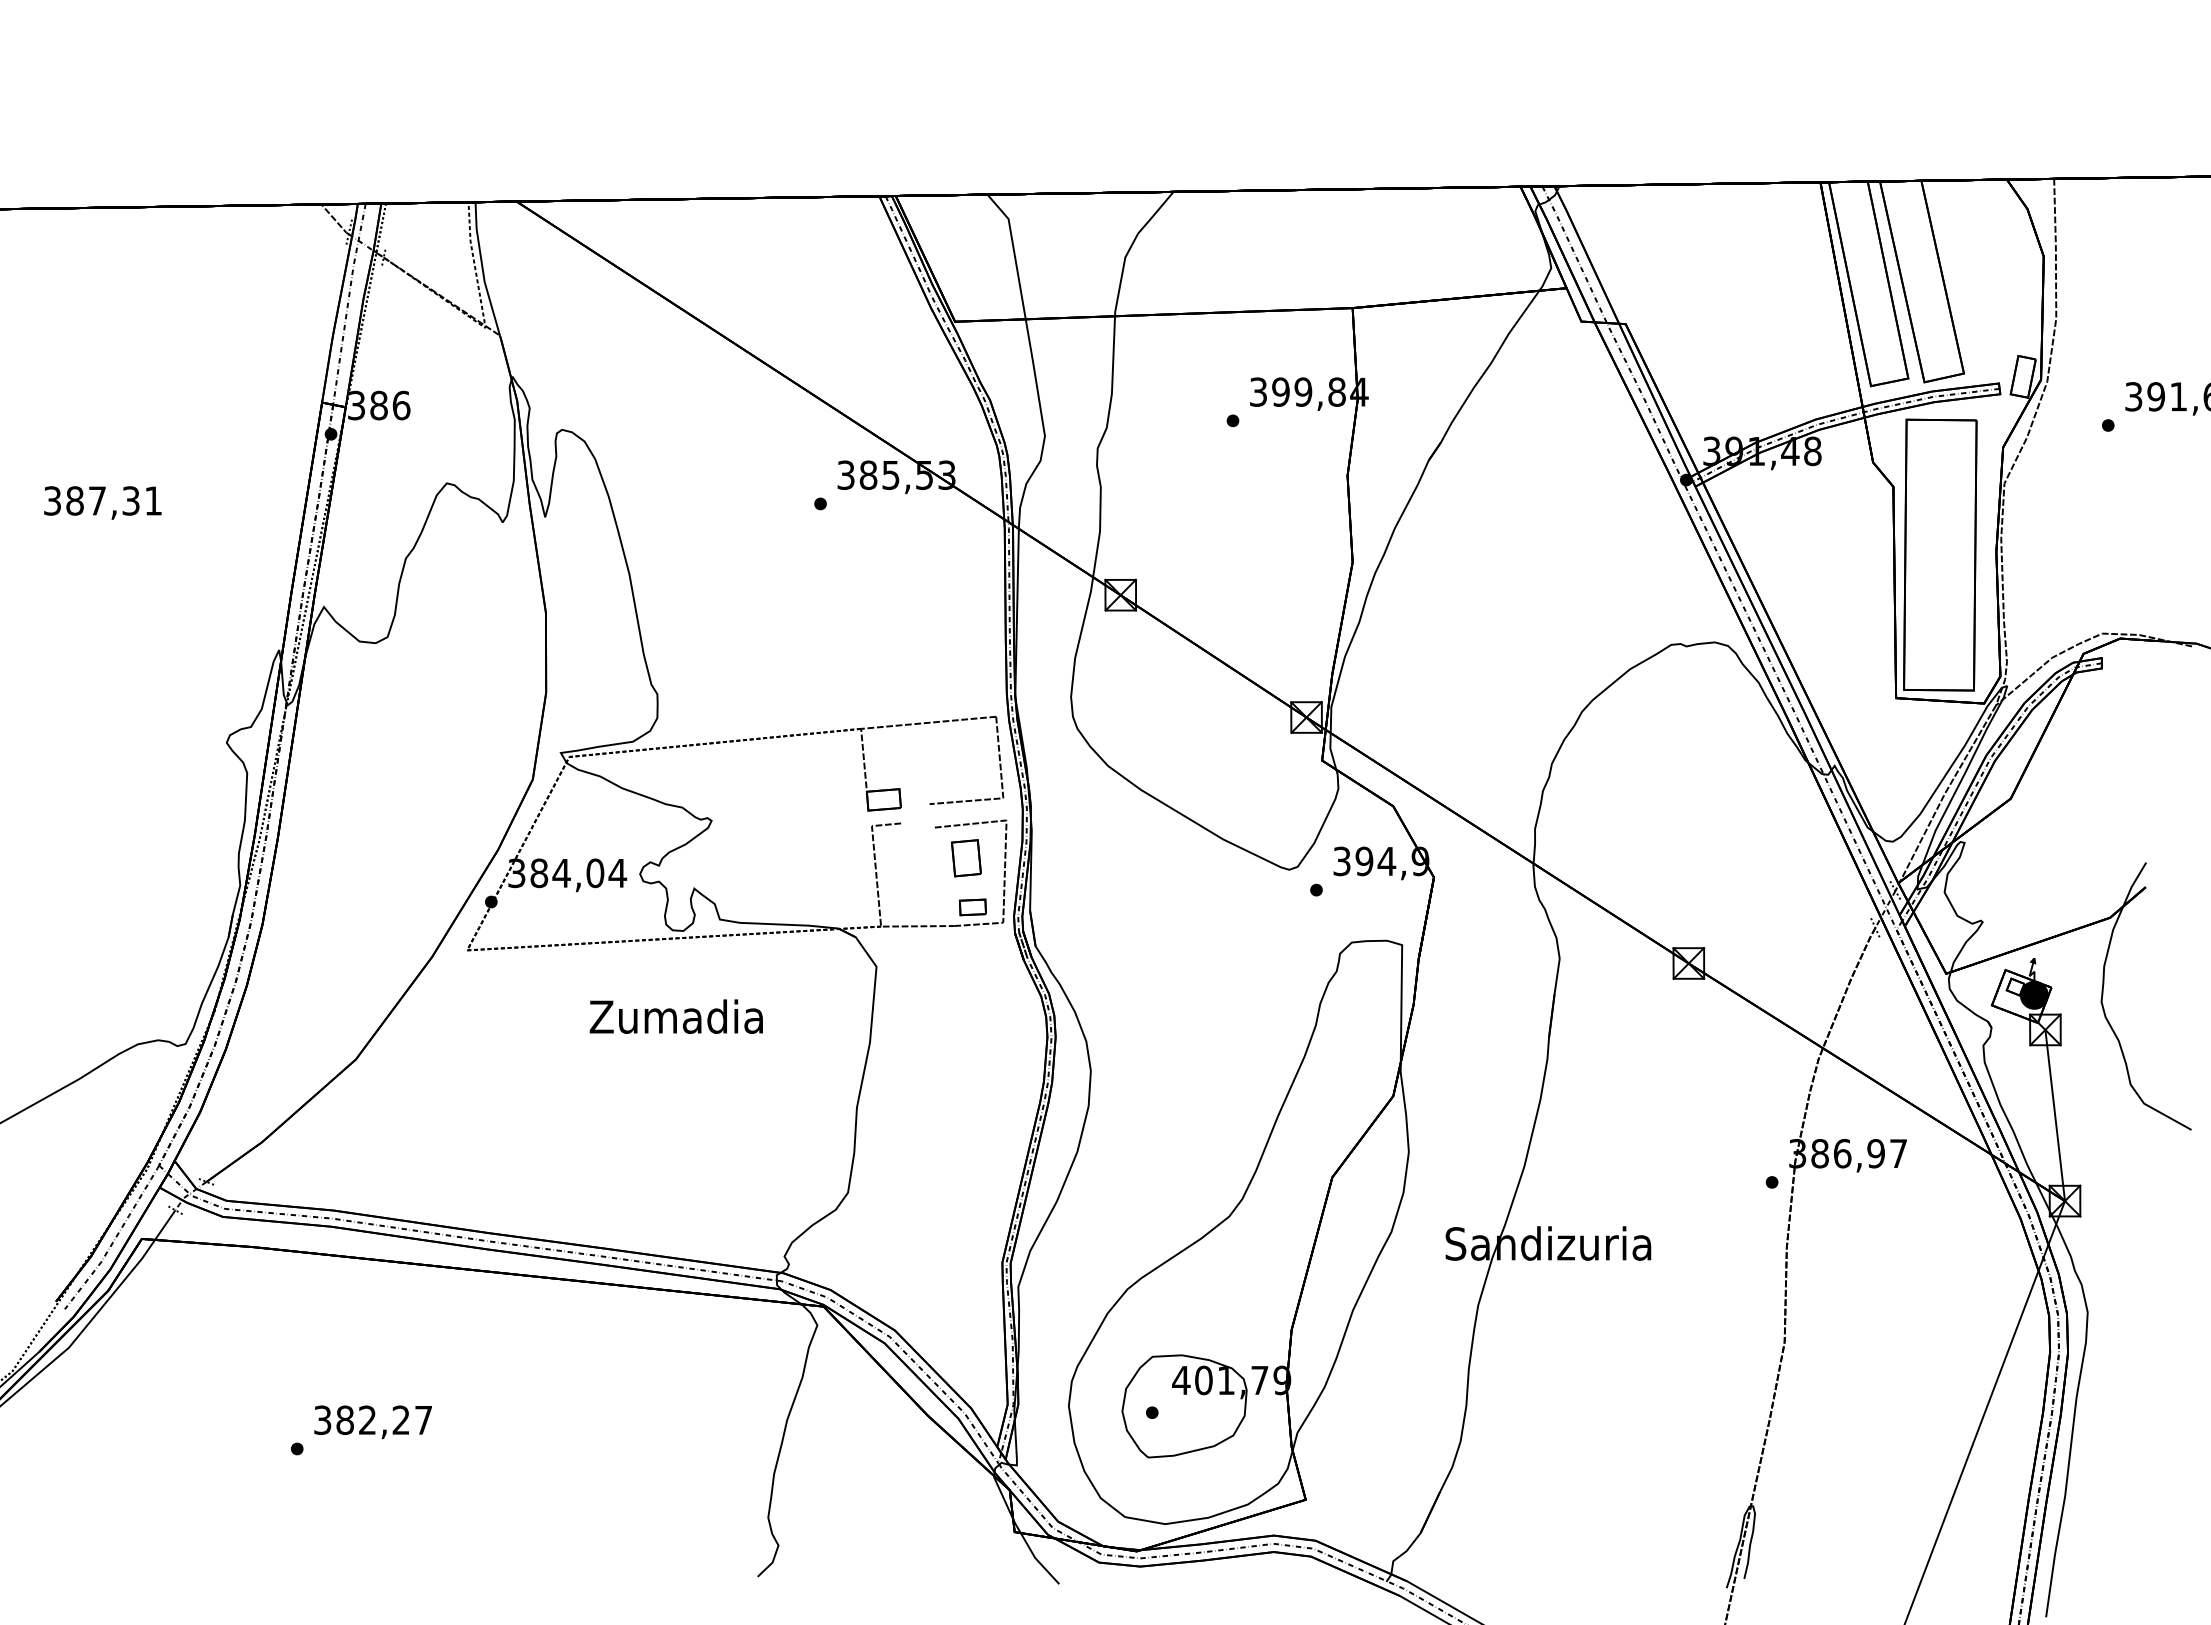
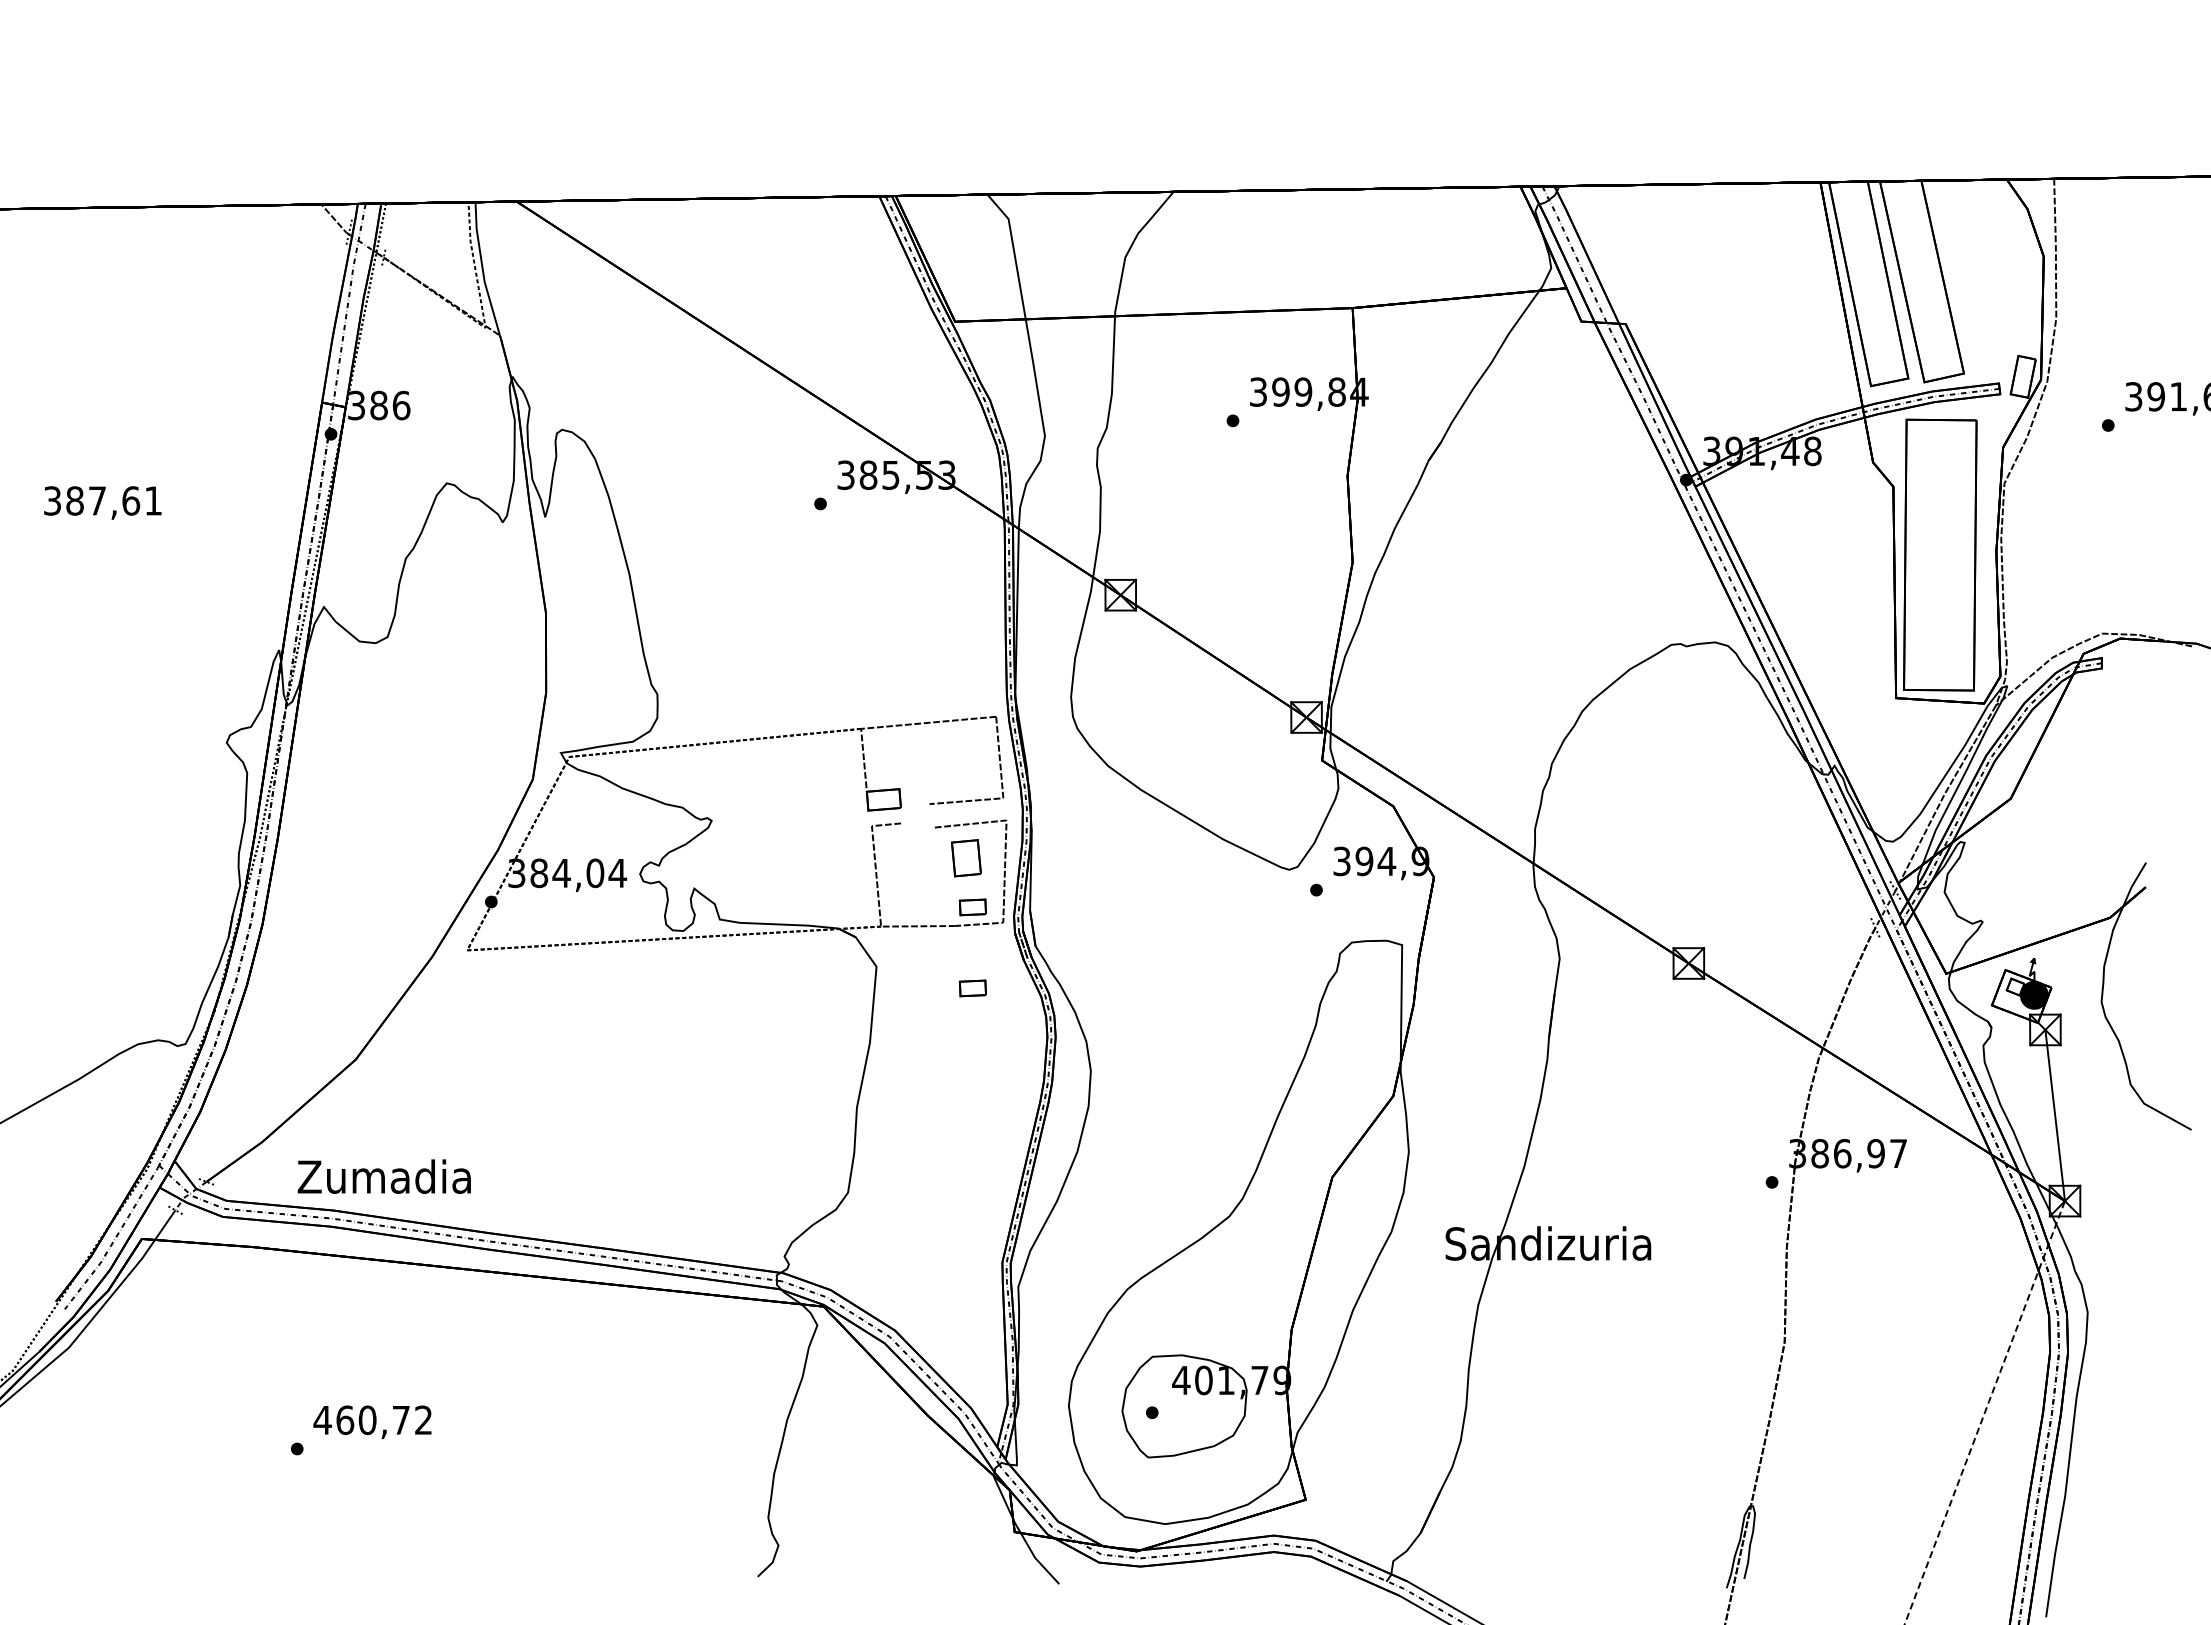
text at (131, 500): 387,31 -> 387,61
part at (972, 988): none -> present
text at (675, 1016) position: (675, 1016) -> (383, 1176)
line at (1985, 1412): solid -> dashed
text at (372, 1420): 382,27 -> 460,72
